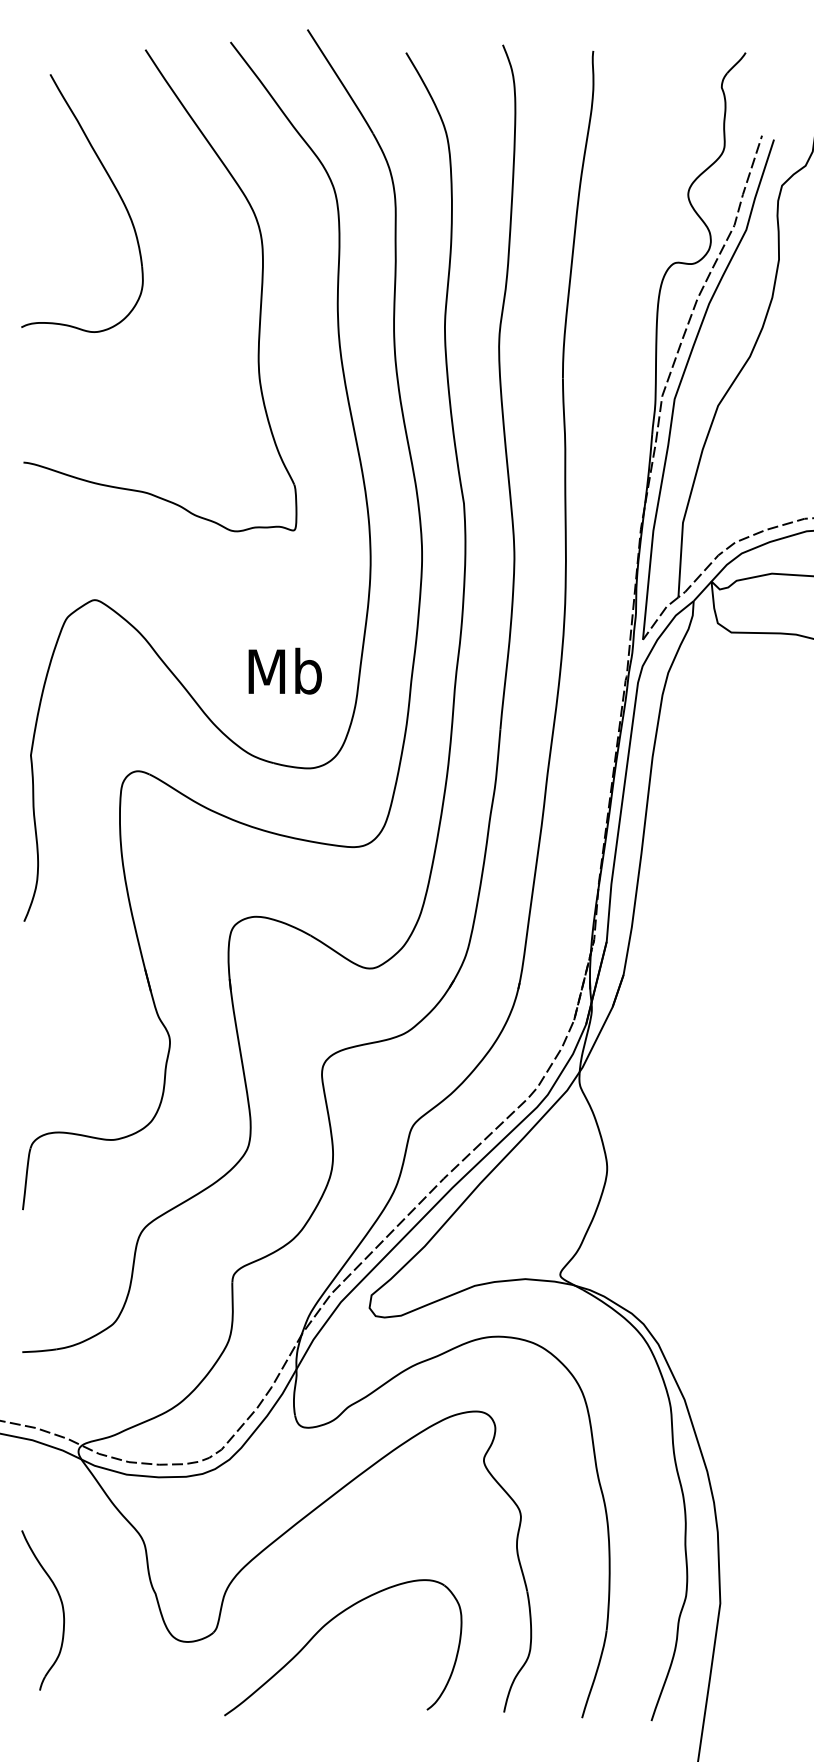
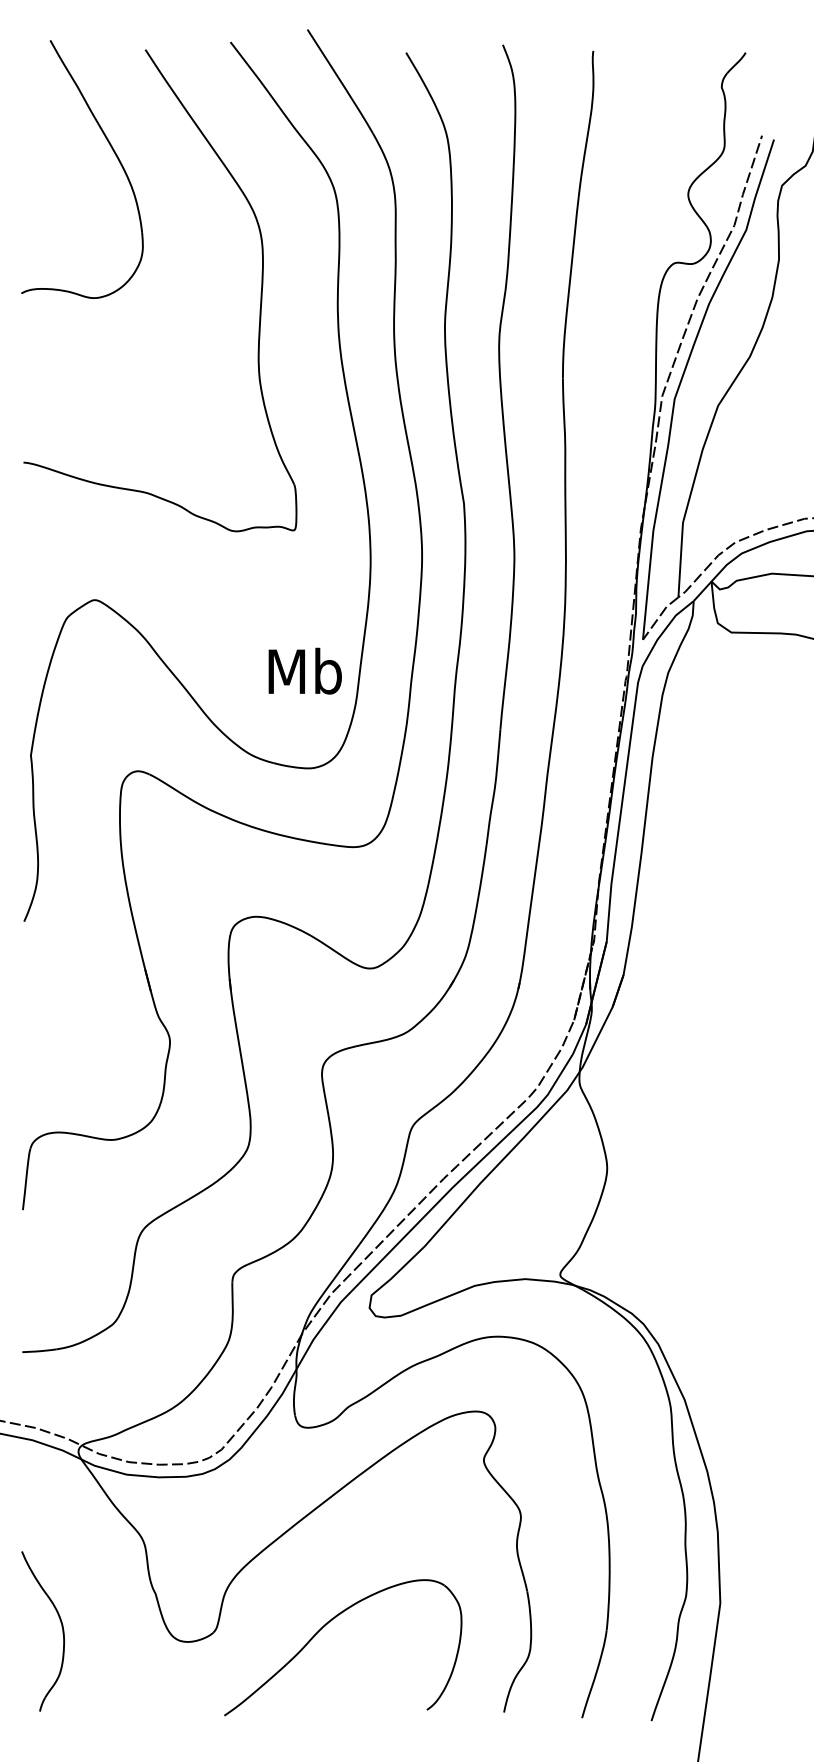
part at (113, 186) position: (113, 186) -> (113, 152)
text at (284, 670) position: (284, 670) -> (304, 670)
part at (61, 1606) position: (61, 1606) -> (61, 1627)
